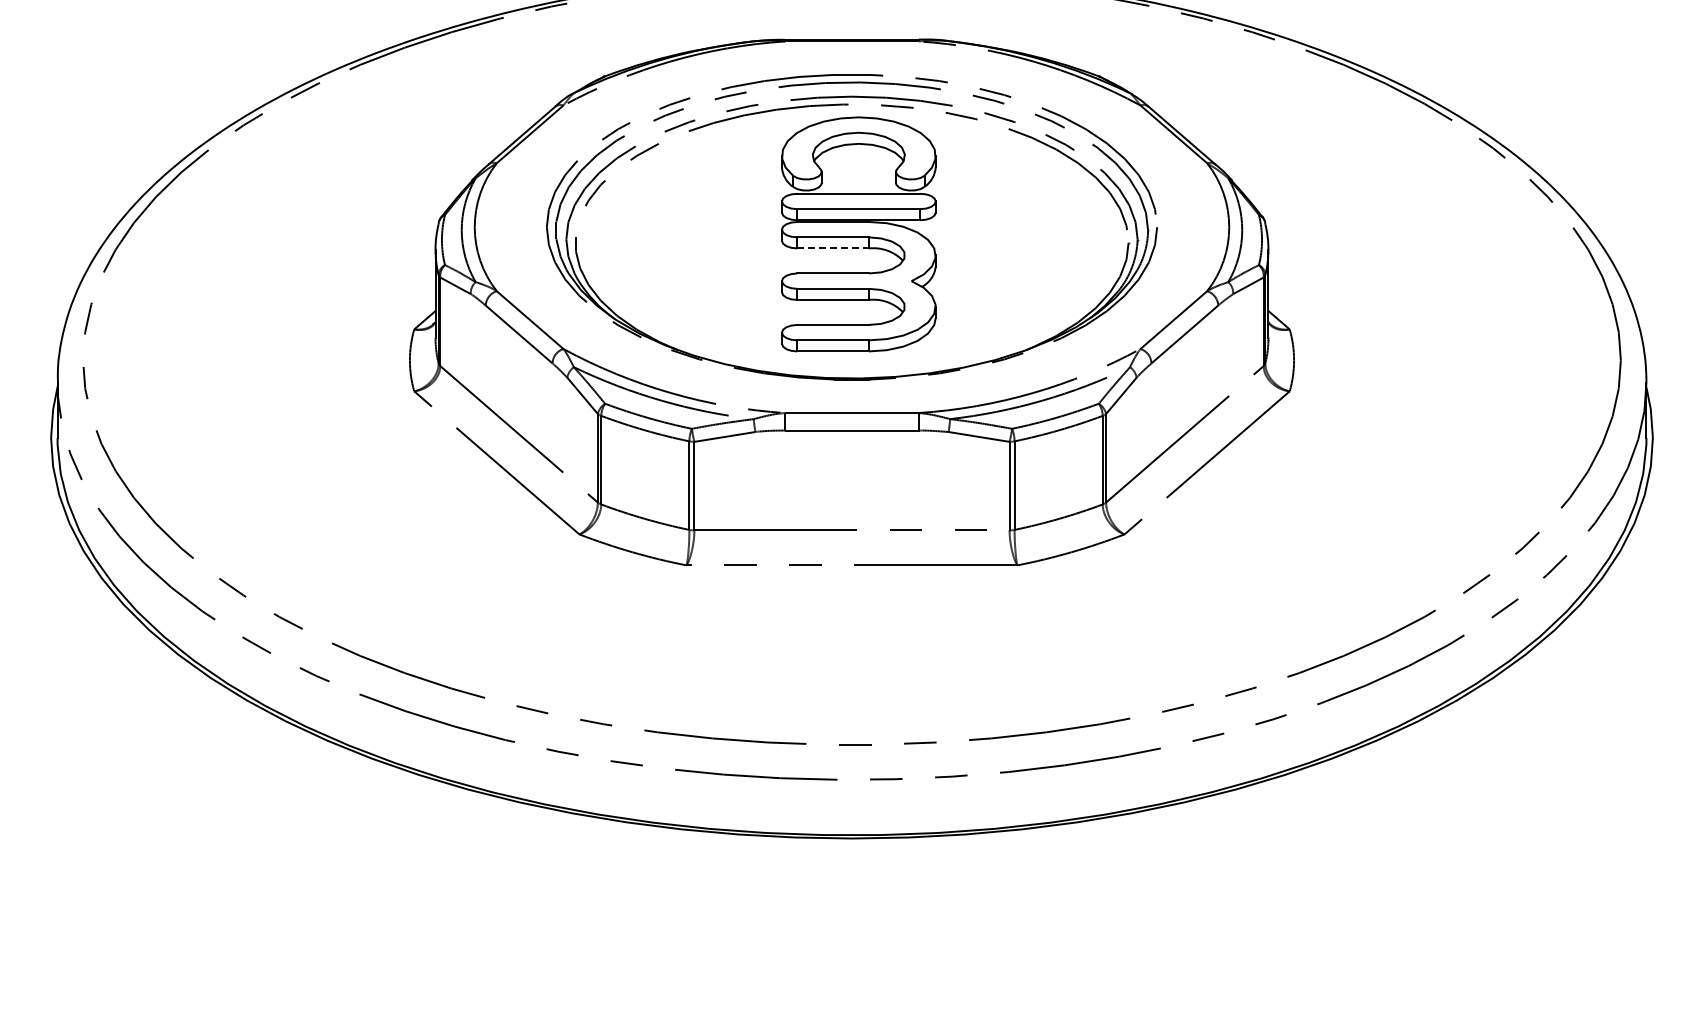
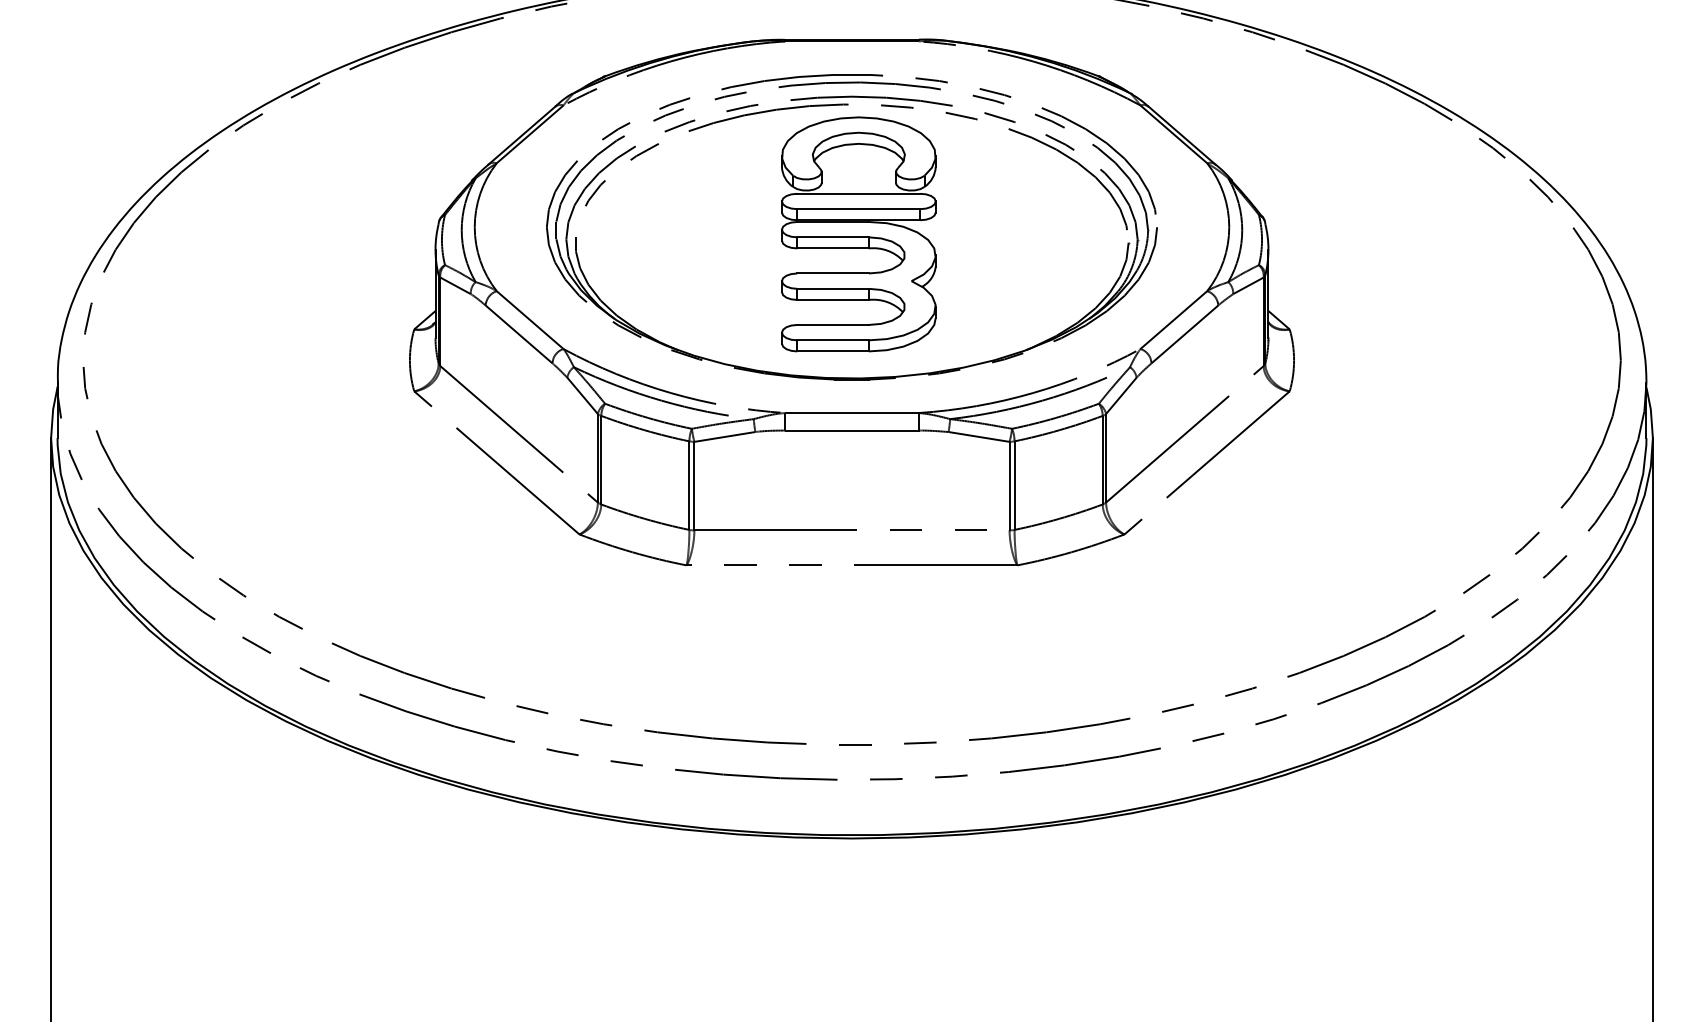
line at (833, 248): dashed -> solid
line at (51, 728): none -> present
line at (1652, 728): none -> present
